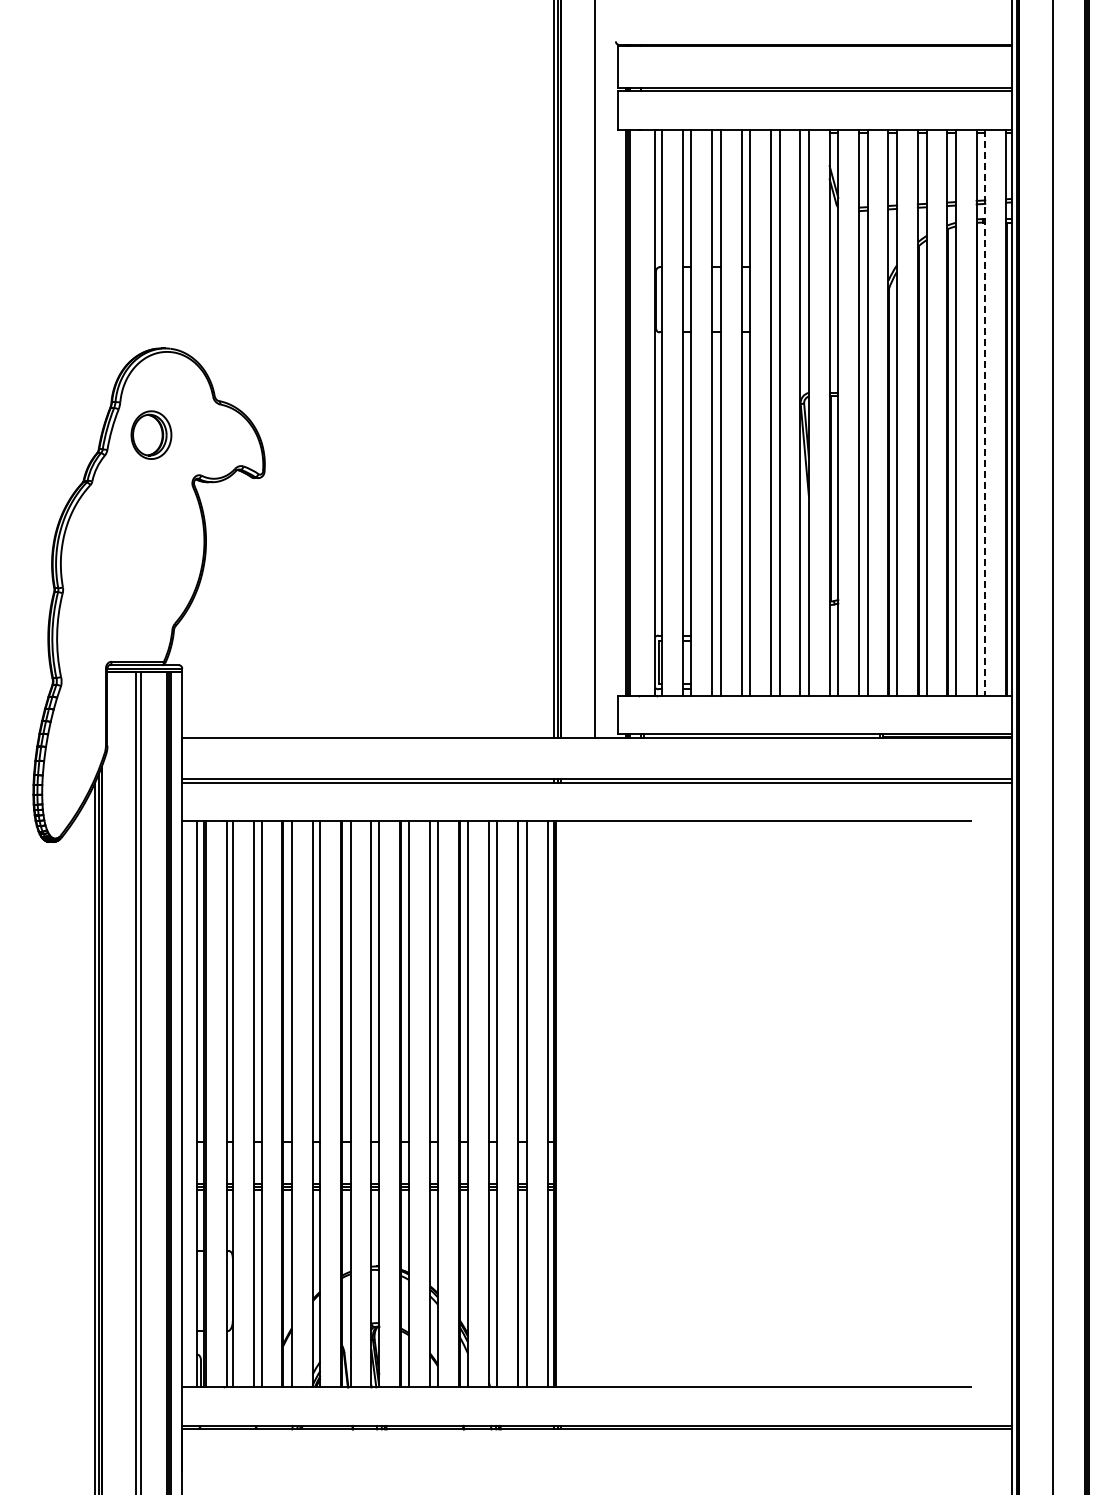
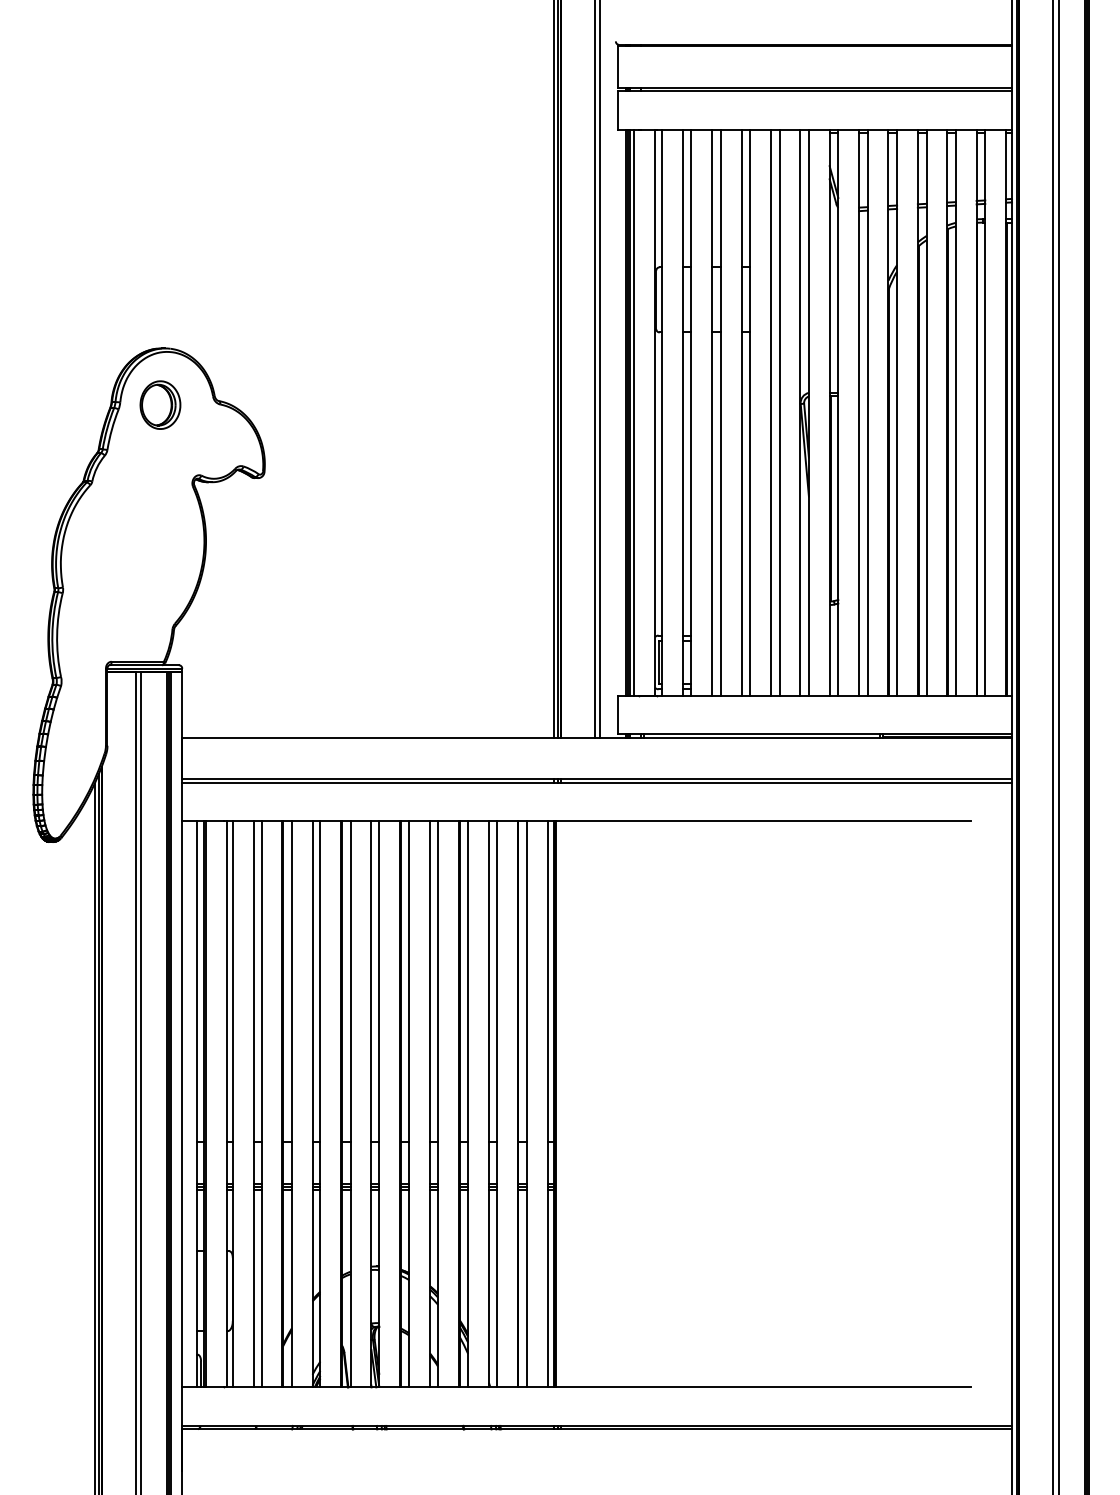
line at (600, 369): none -> present
line at (634, 412): none -> present
line at (985, 412): dashed -> solid
part at (151, 434) position: (151, 434) -> (160, 404)
line at (1058, 746): none -> present
